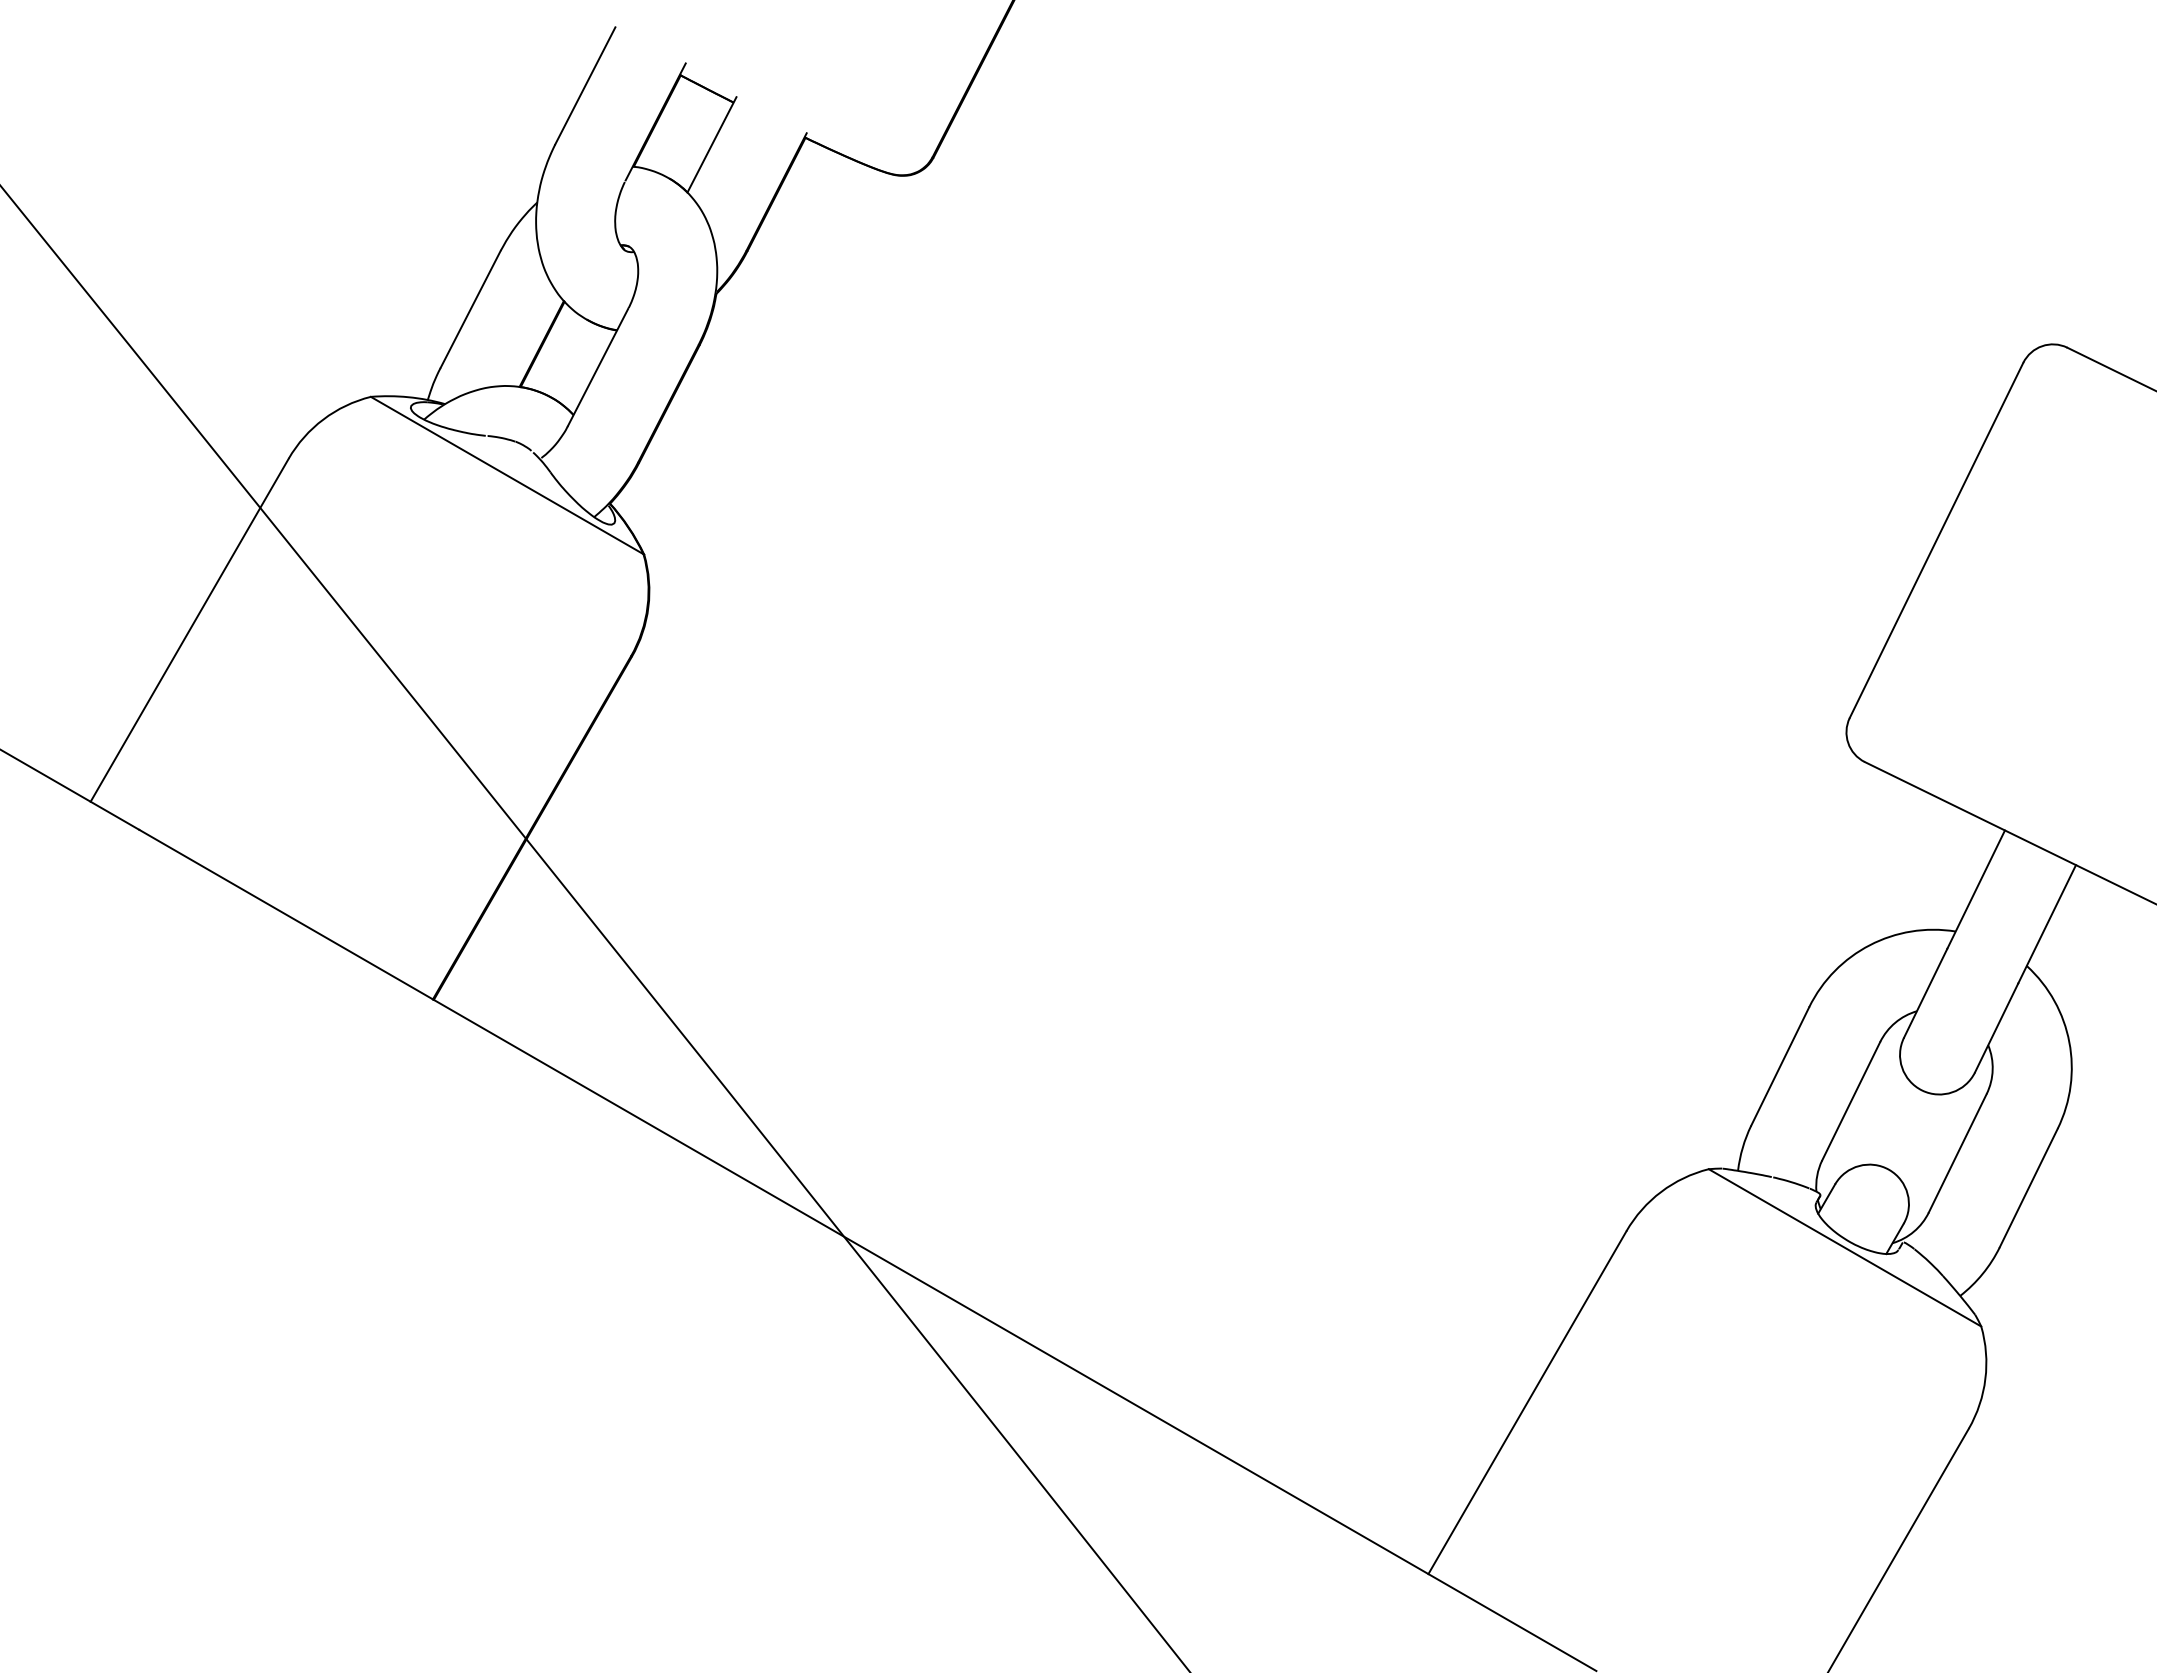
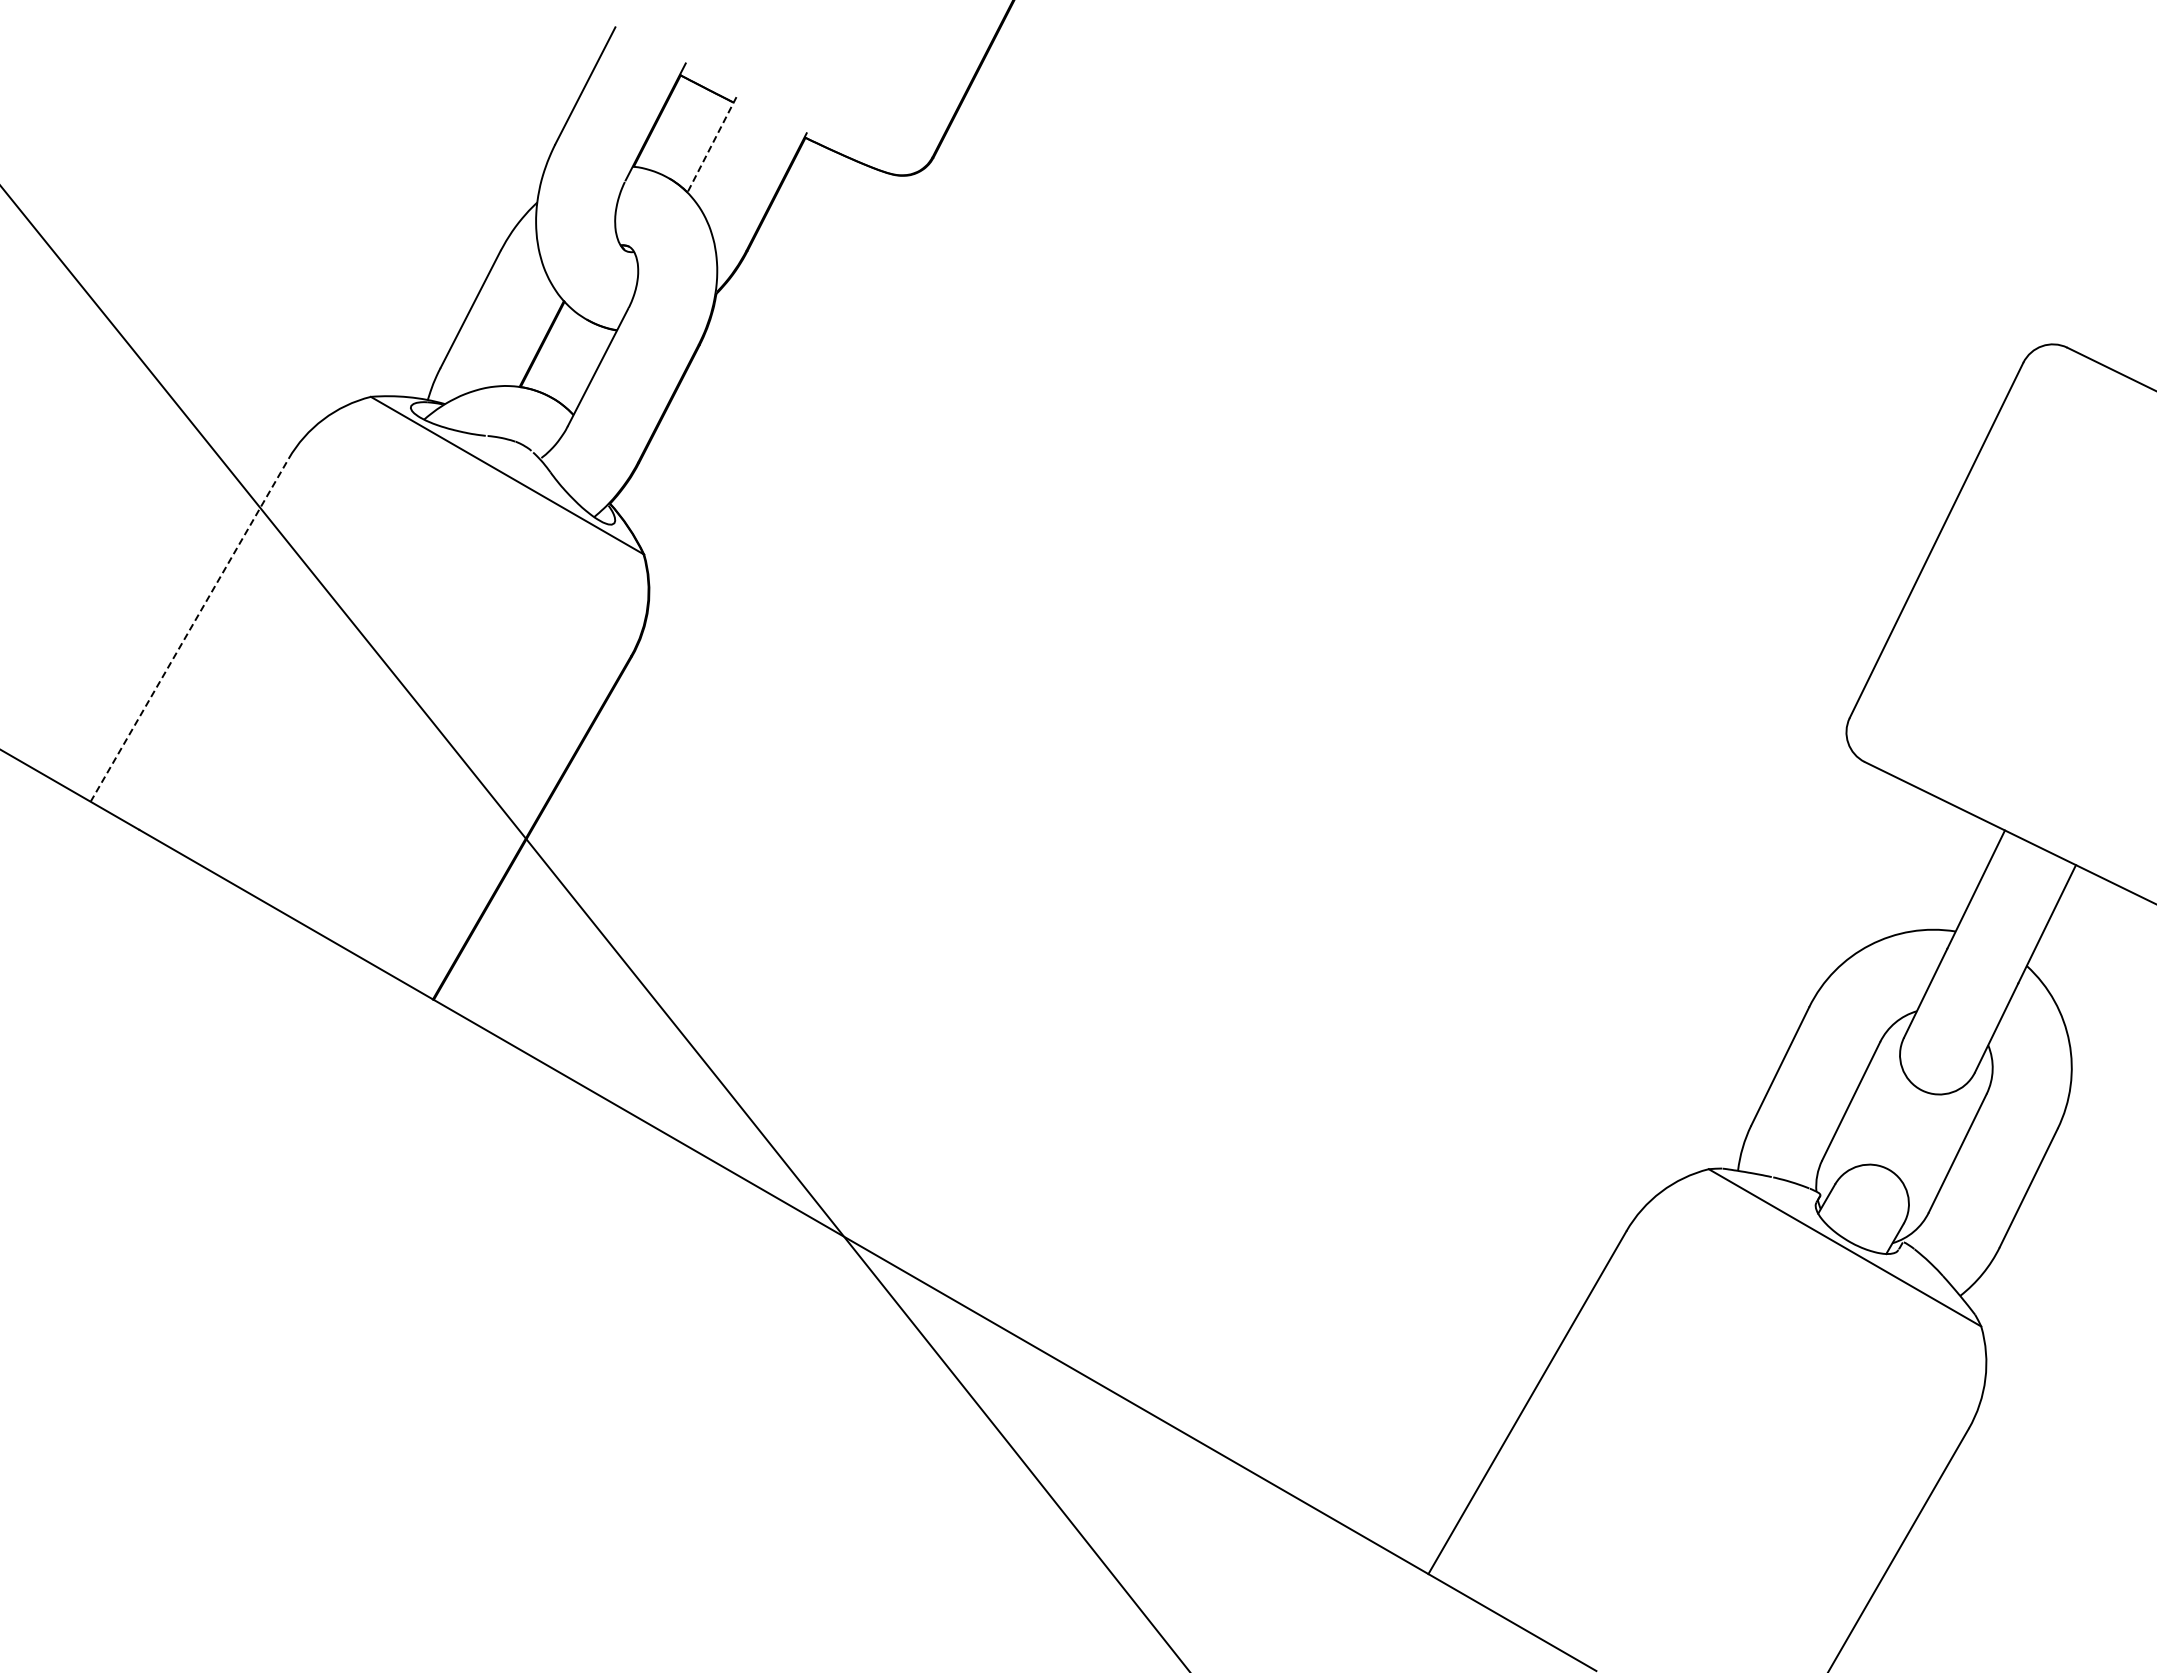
line at (711, 144): solid -> dashed
line at (189, 629): solid -> dashed
